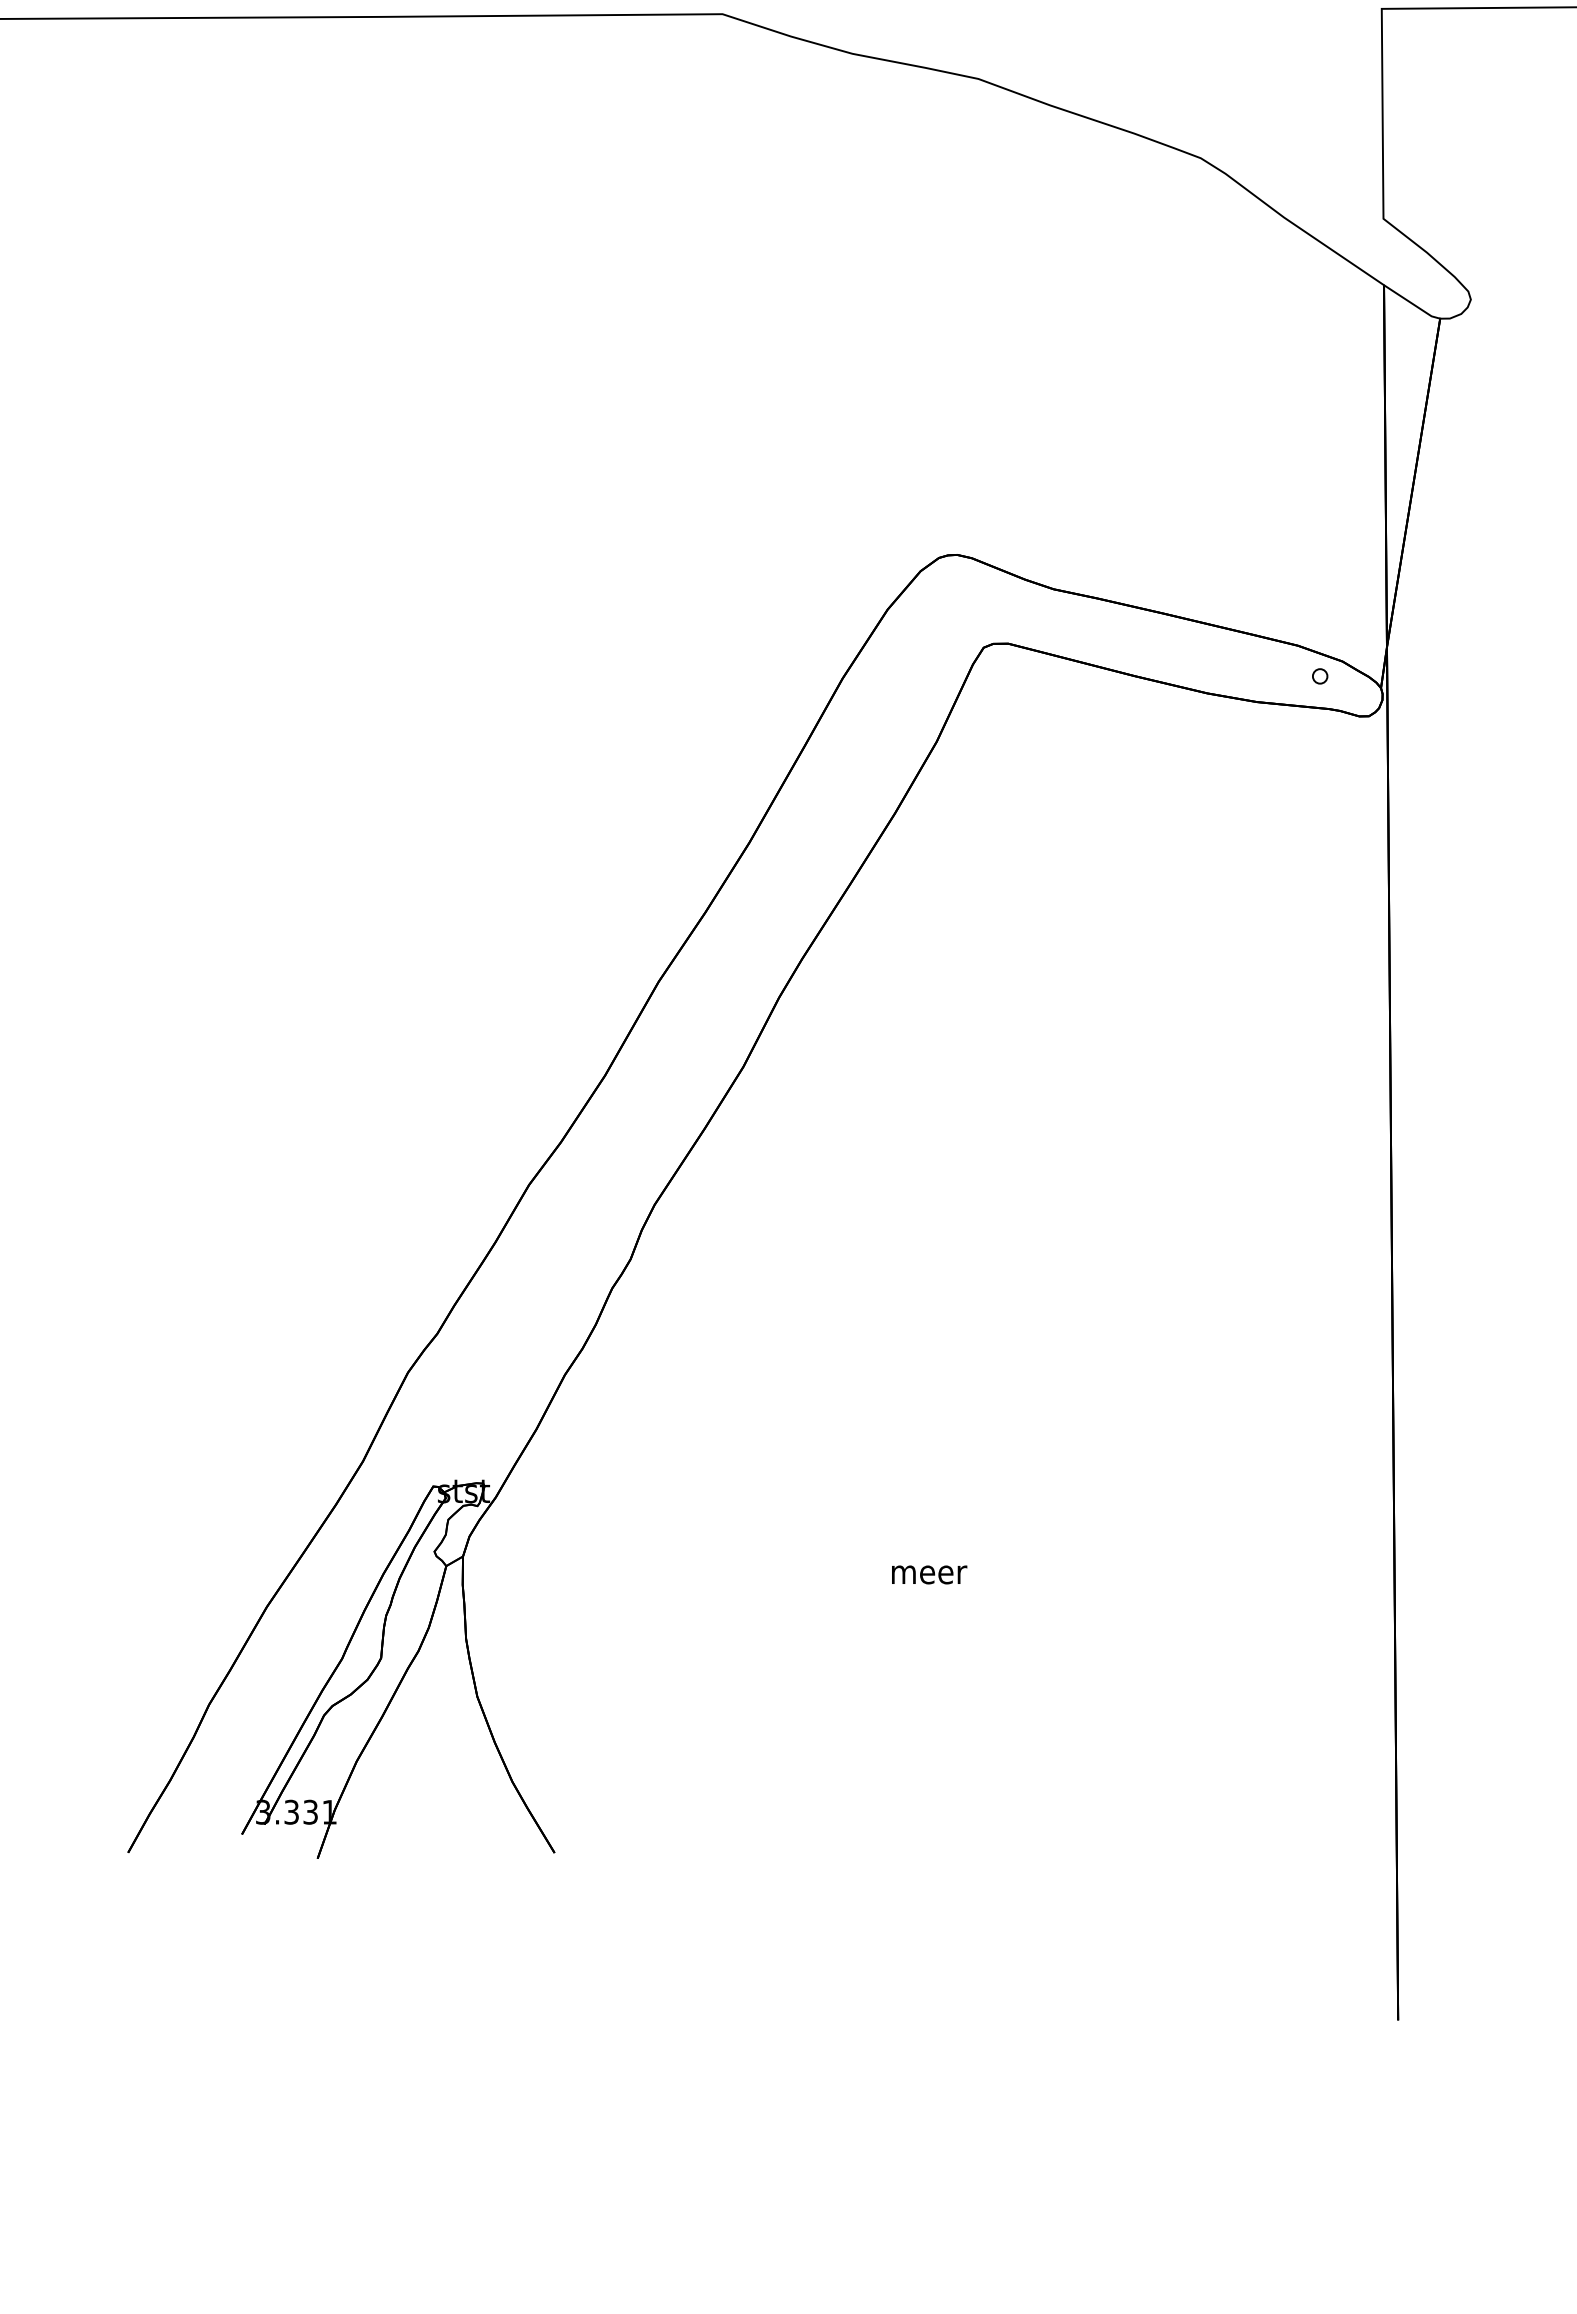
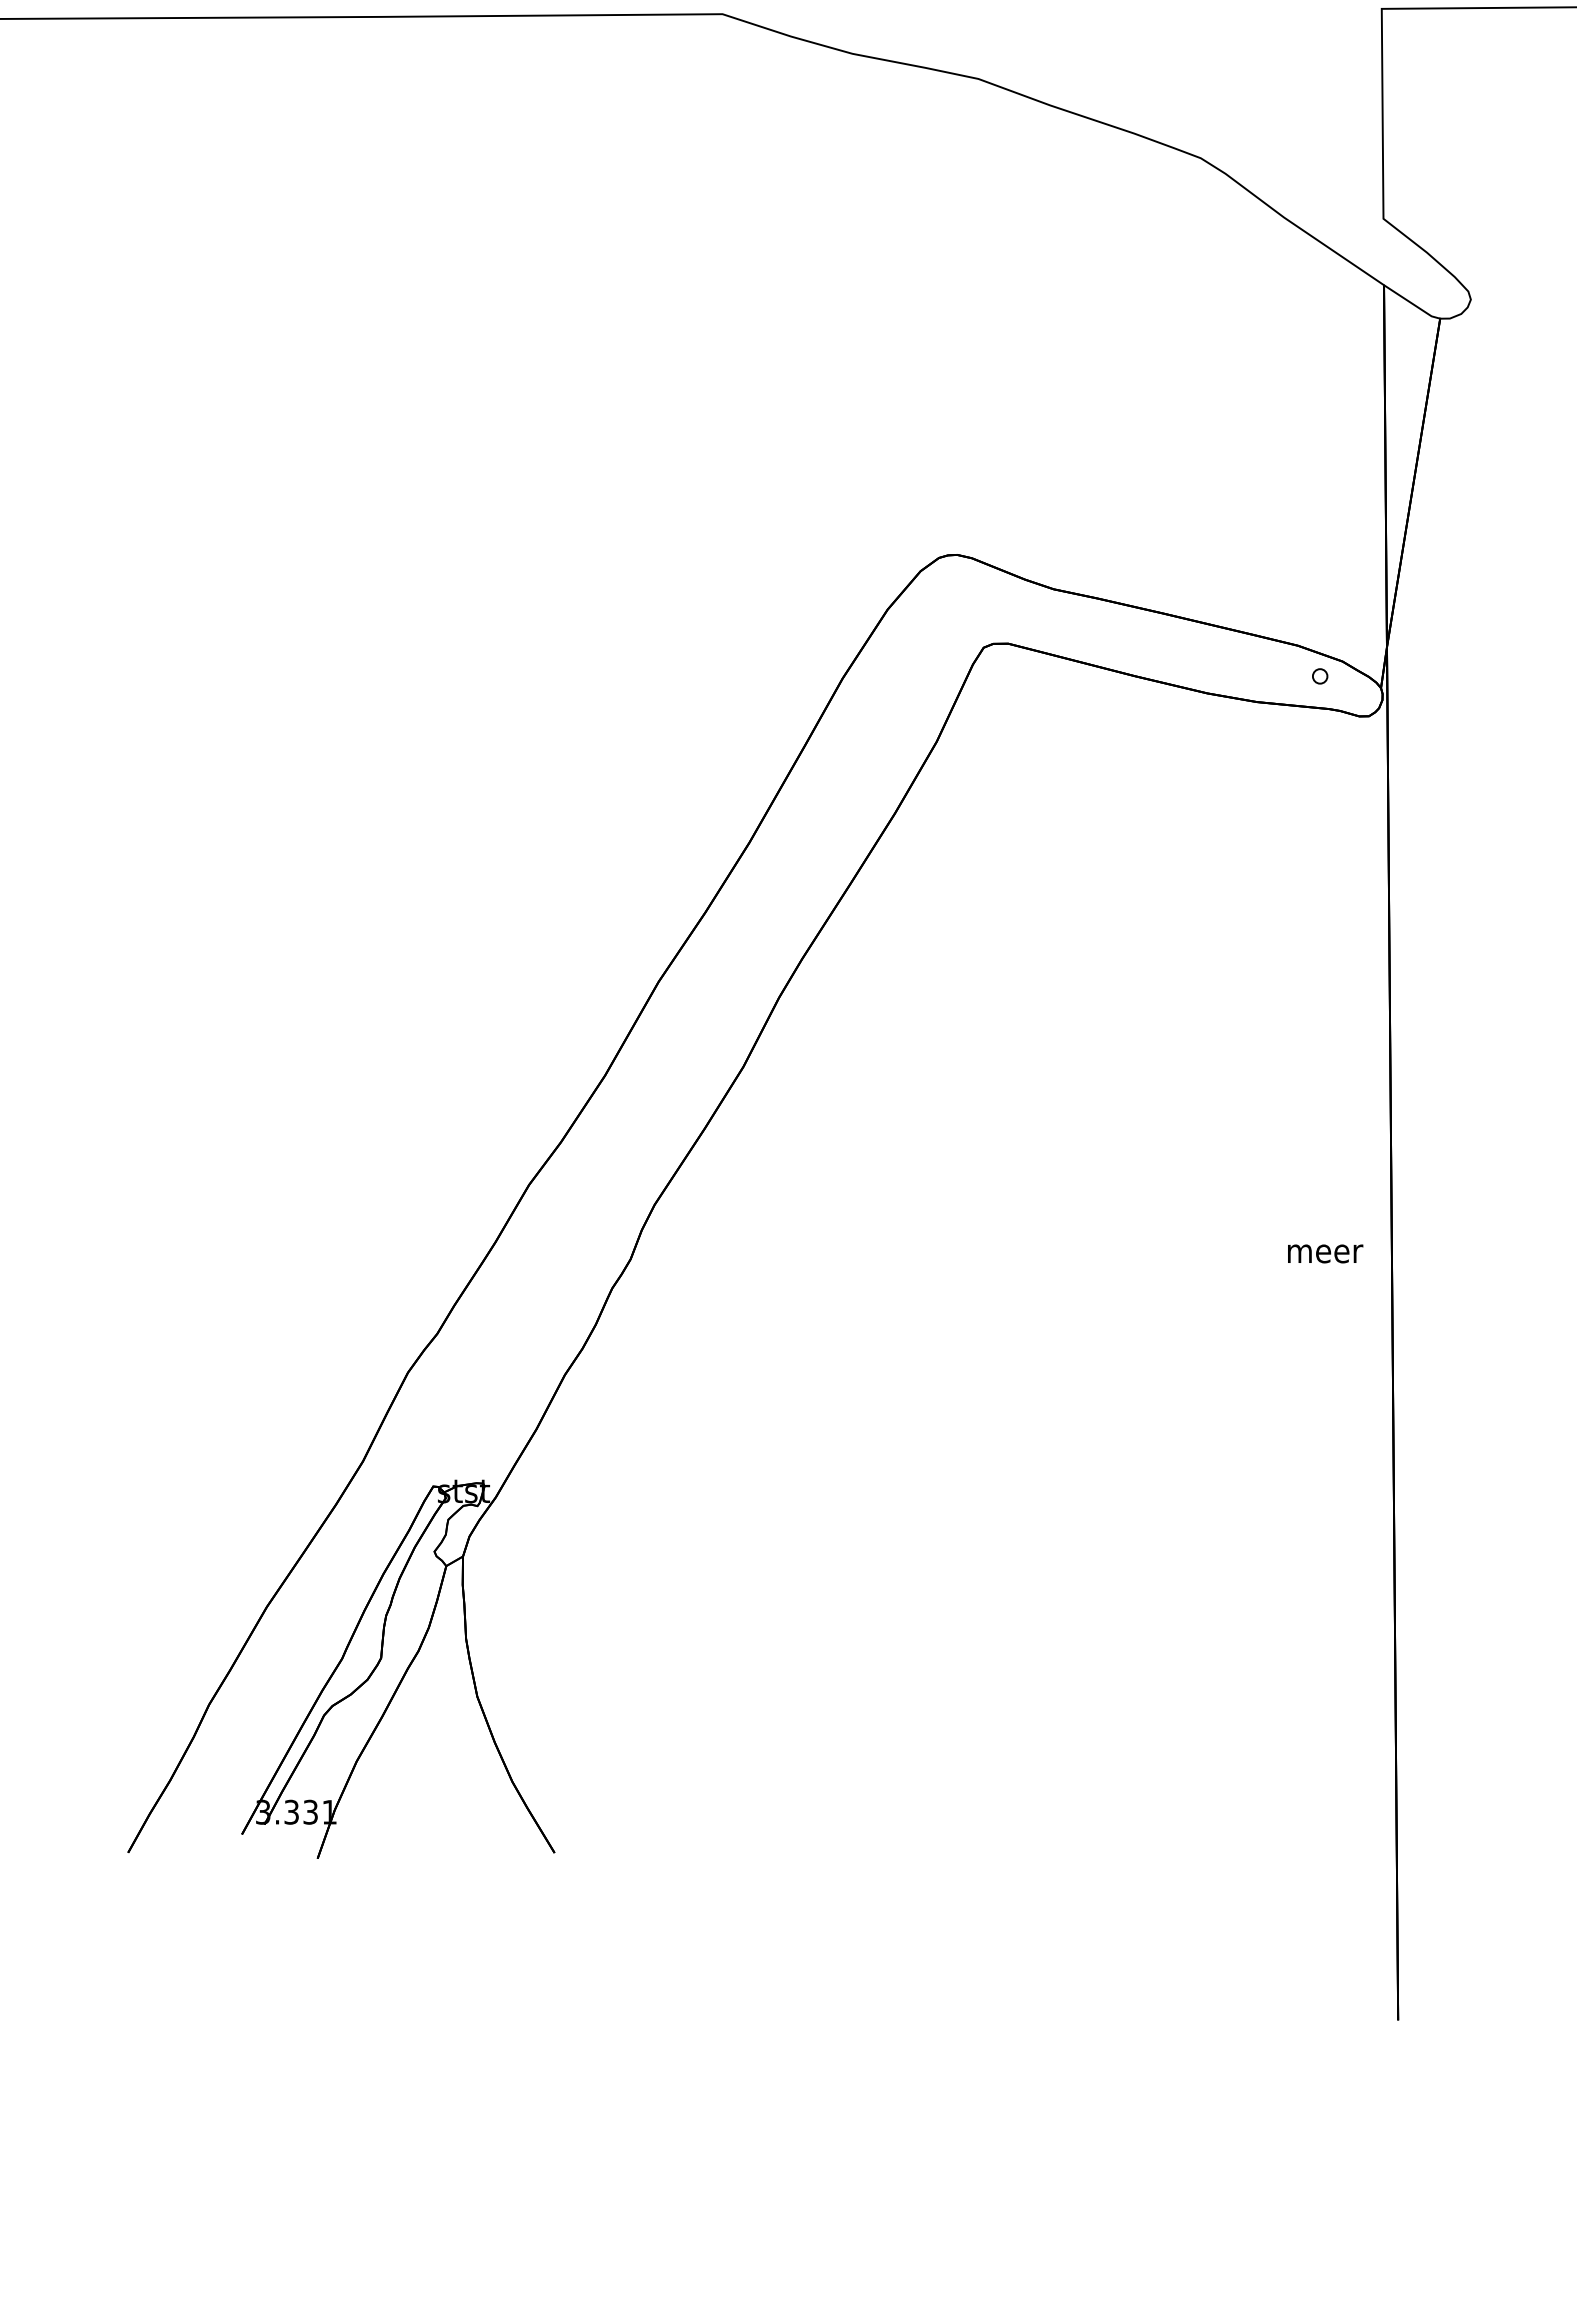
text at (929, 1574) position: (929, 1574) -> (1325, 1253)
